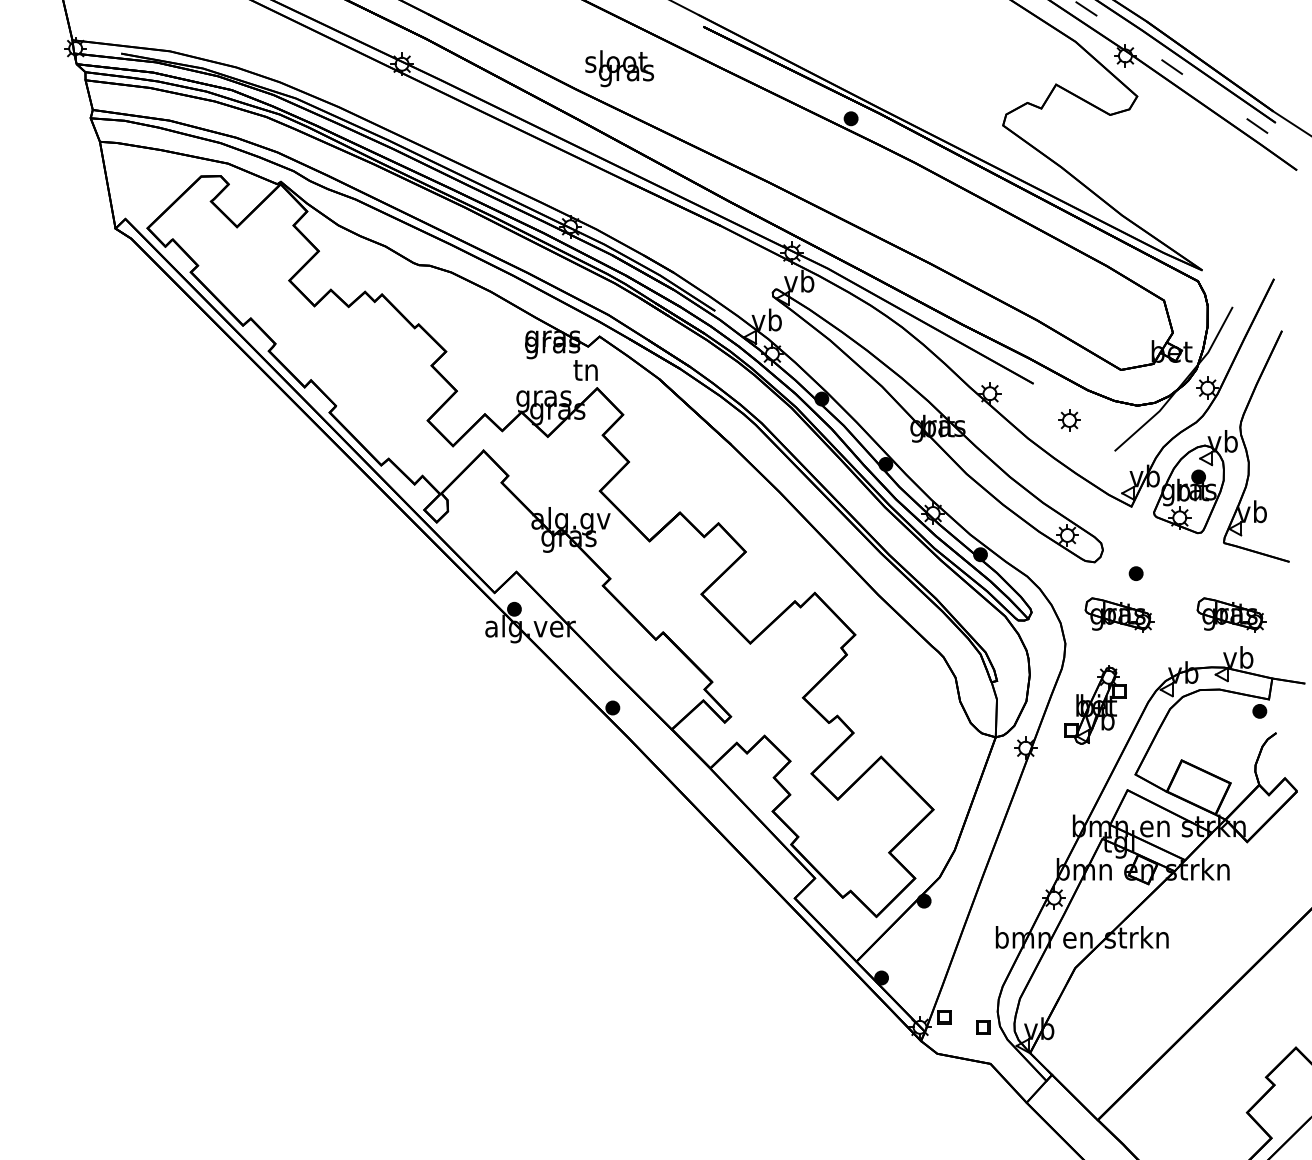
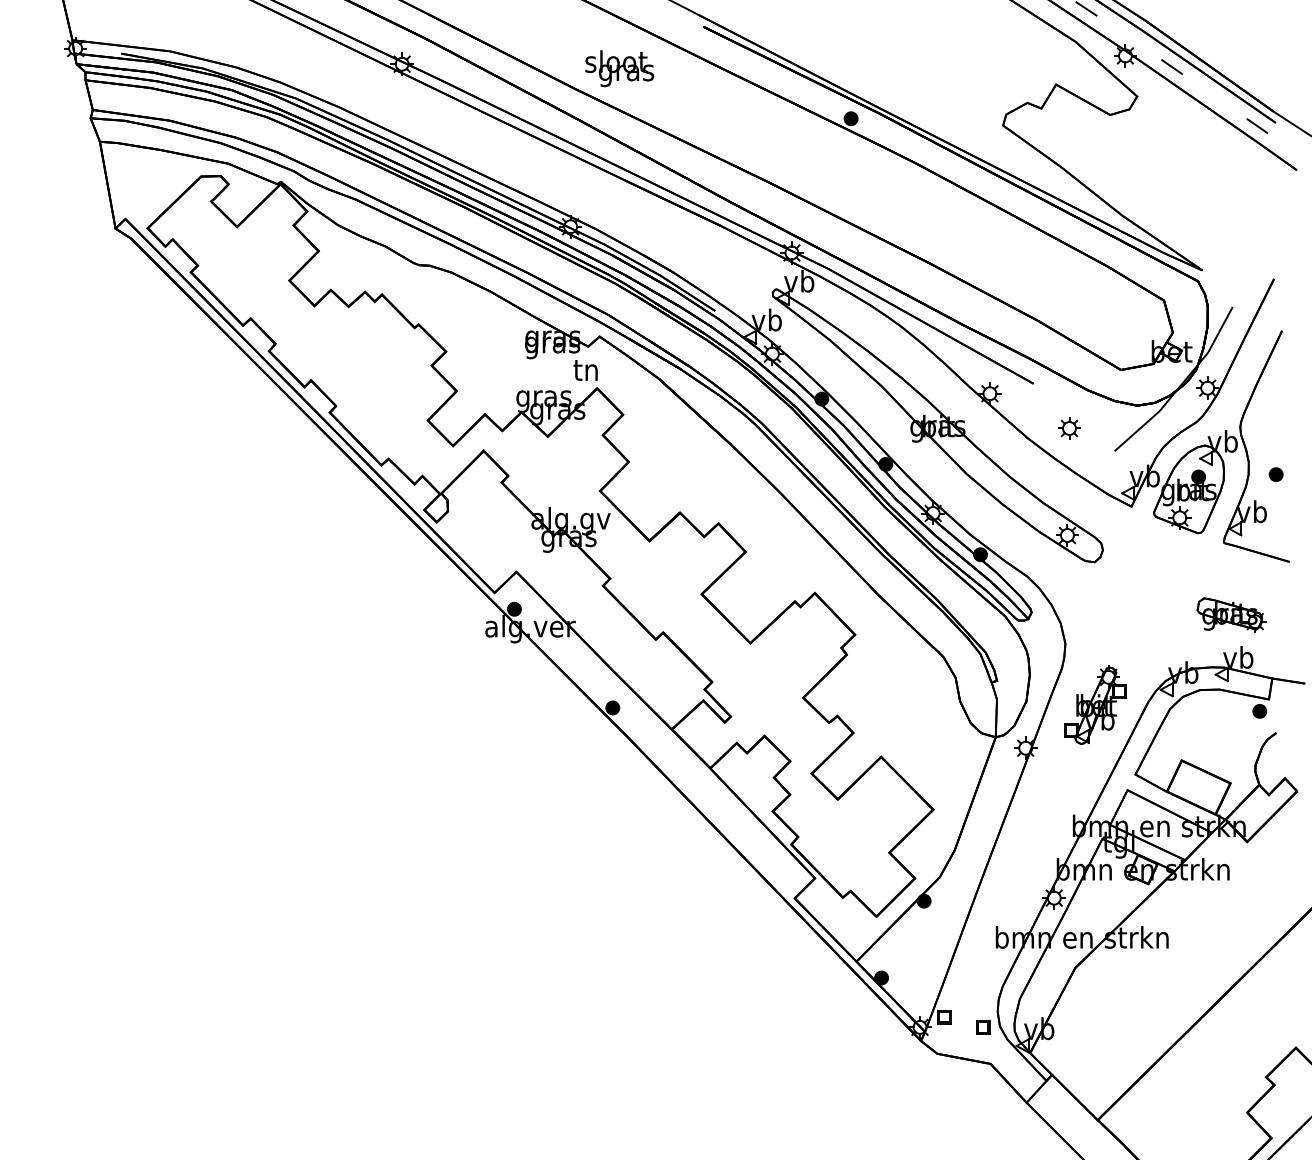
part at (1069, 420) position: (1069, 420) -> (1069, 428)
part at (1135, 573) position: (1135, 573) -> (1275, 474)
part at (1119, 614): present -> none
